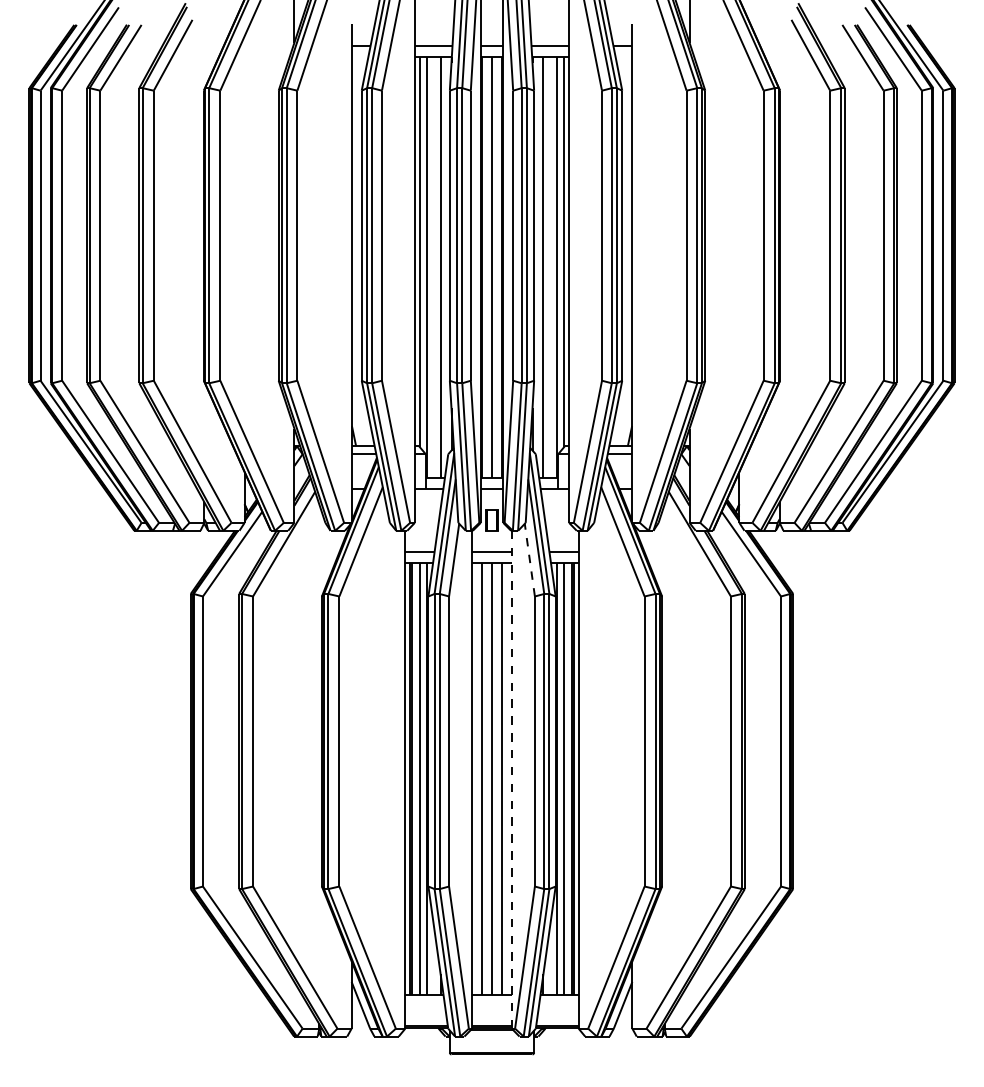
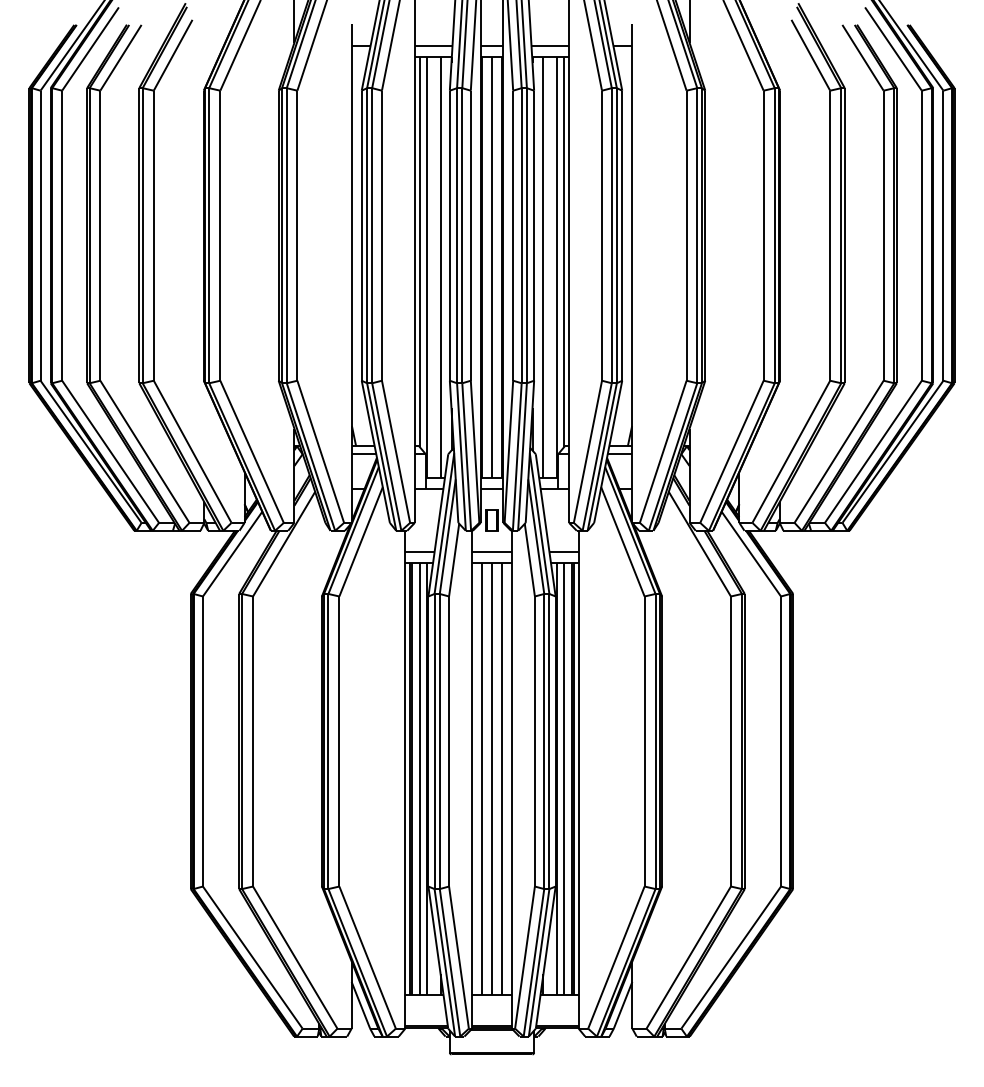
line at (529, 560): dashed -> solid
line at (511, 779): dashed -> solid
